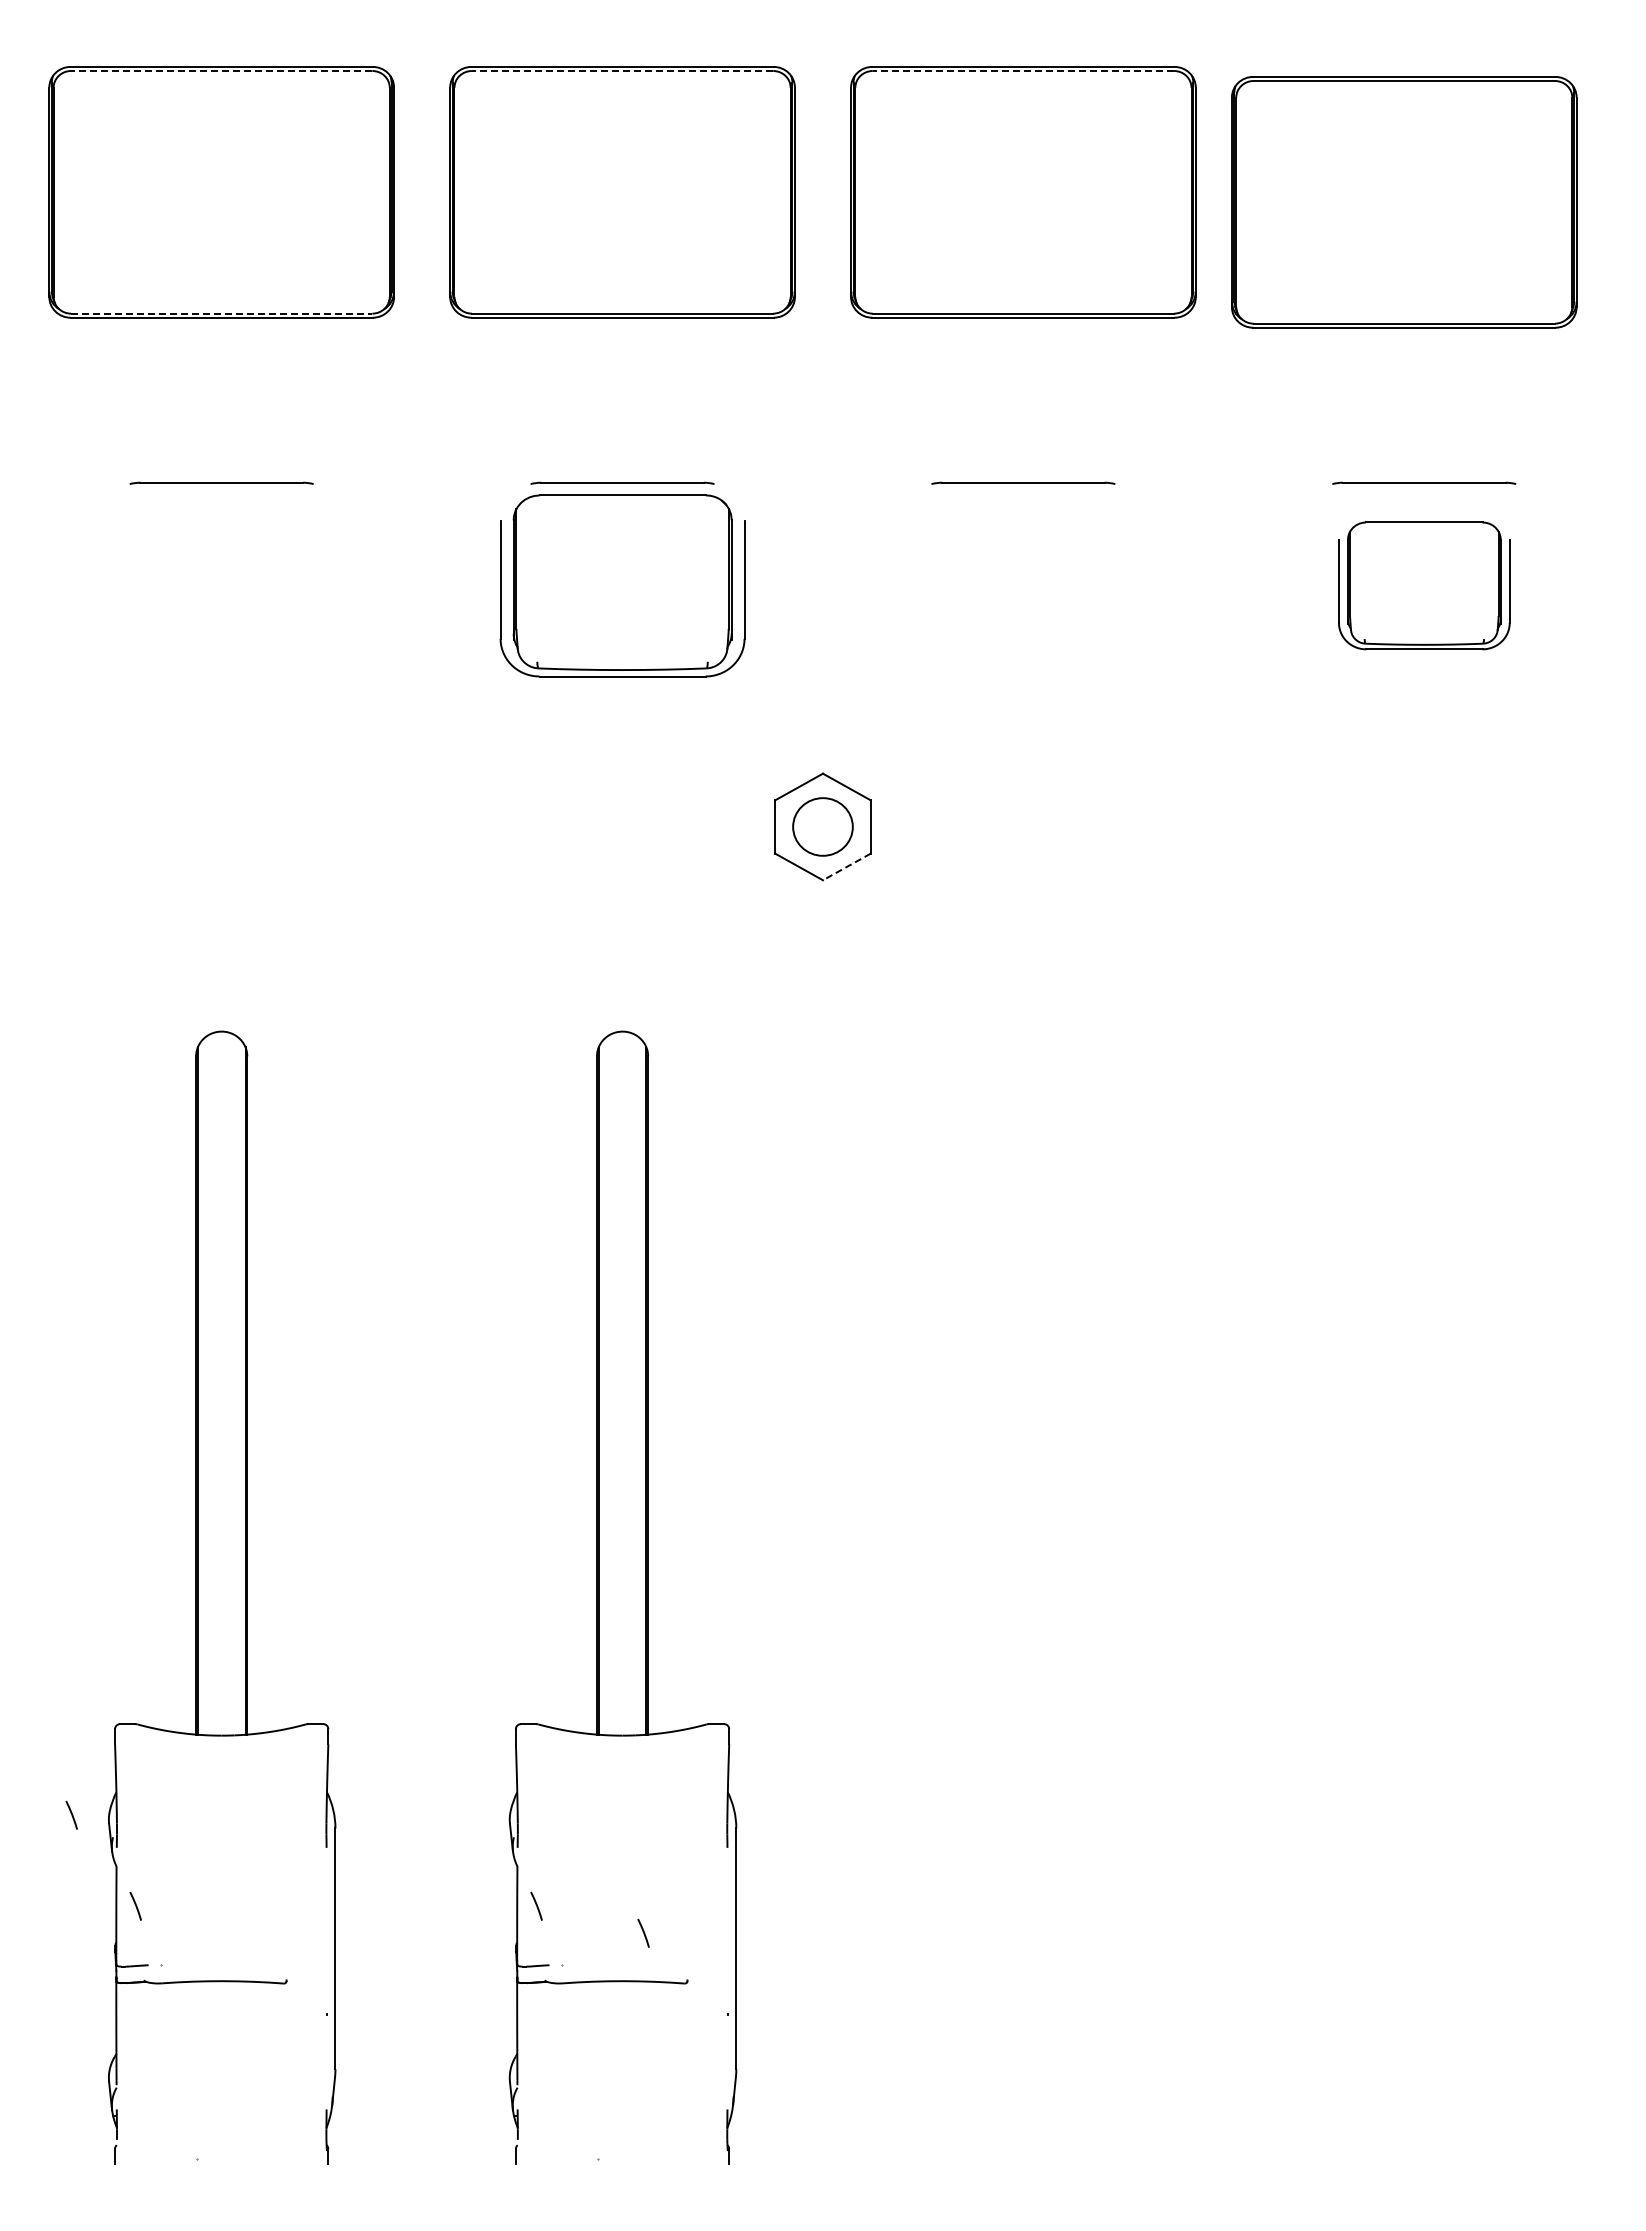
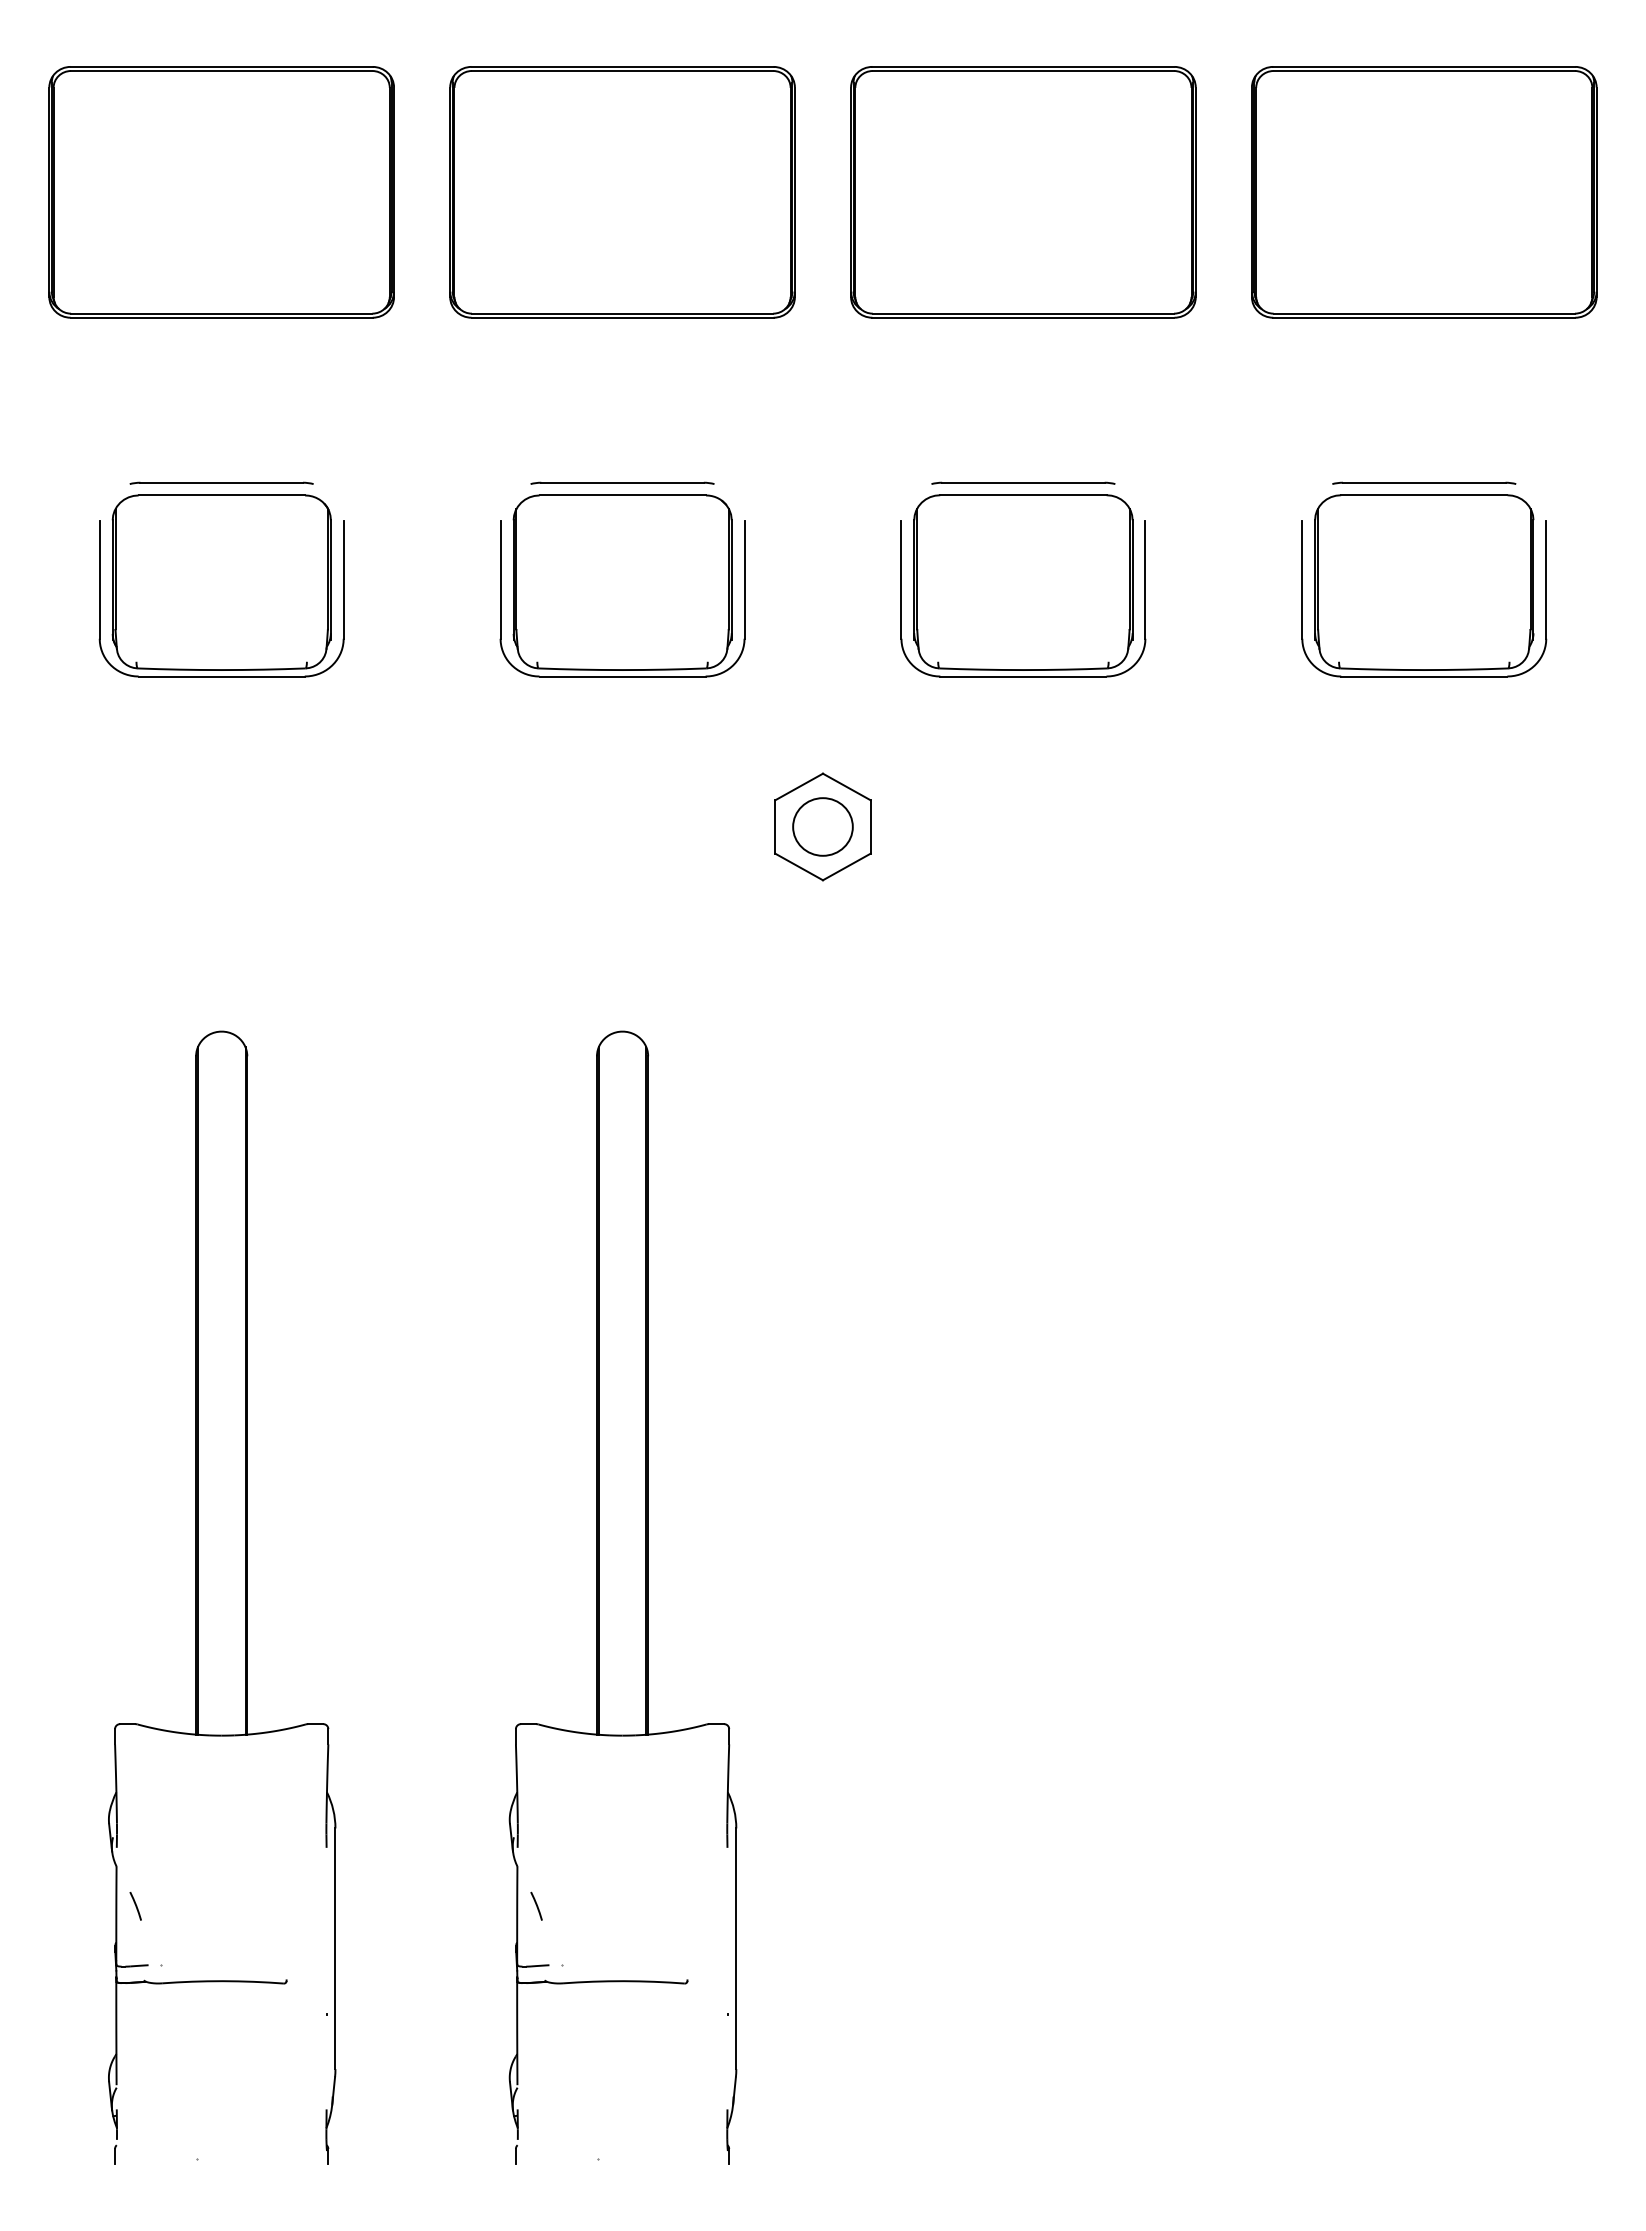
line at (221, 71): dashed -> solid
line at (622, 71): dashed -> solid
line at (1023, 71): dashed -> solid
part at (1404, 202) position: (1404, 202) -> (1424, 192)
line at (221, 313): dashed -> solid
part at (221, 585): none -> present
part at (1023, 585): none -> present
part at (1424, 585) size: 173x130 px -> 247x184 px
line at (846, 867): dashed -> solid
line at (71, 1815): present -> none
line at (643, 1932): present -> none
